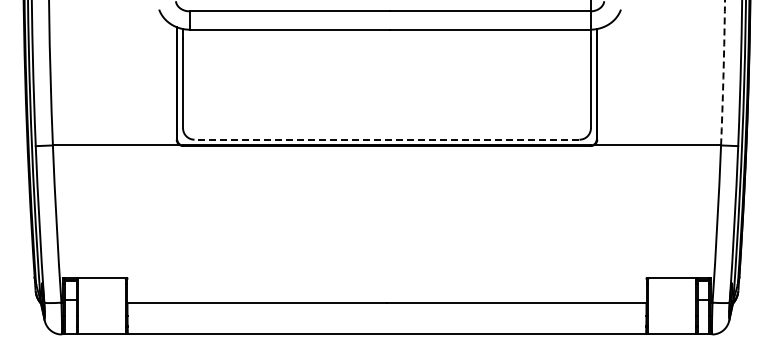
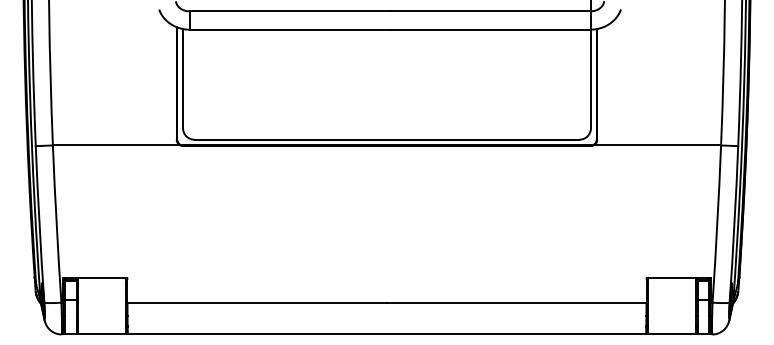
arc at (723, 72): dashed -> solid
line at (386, 139): dashed -> solid
